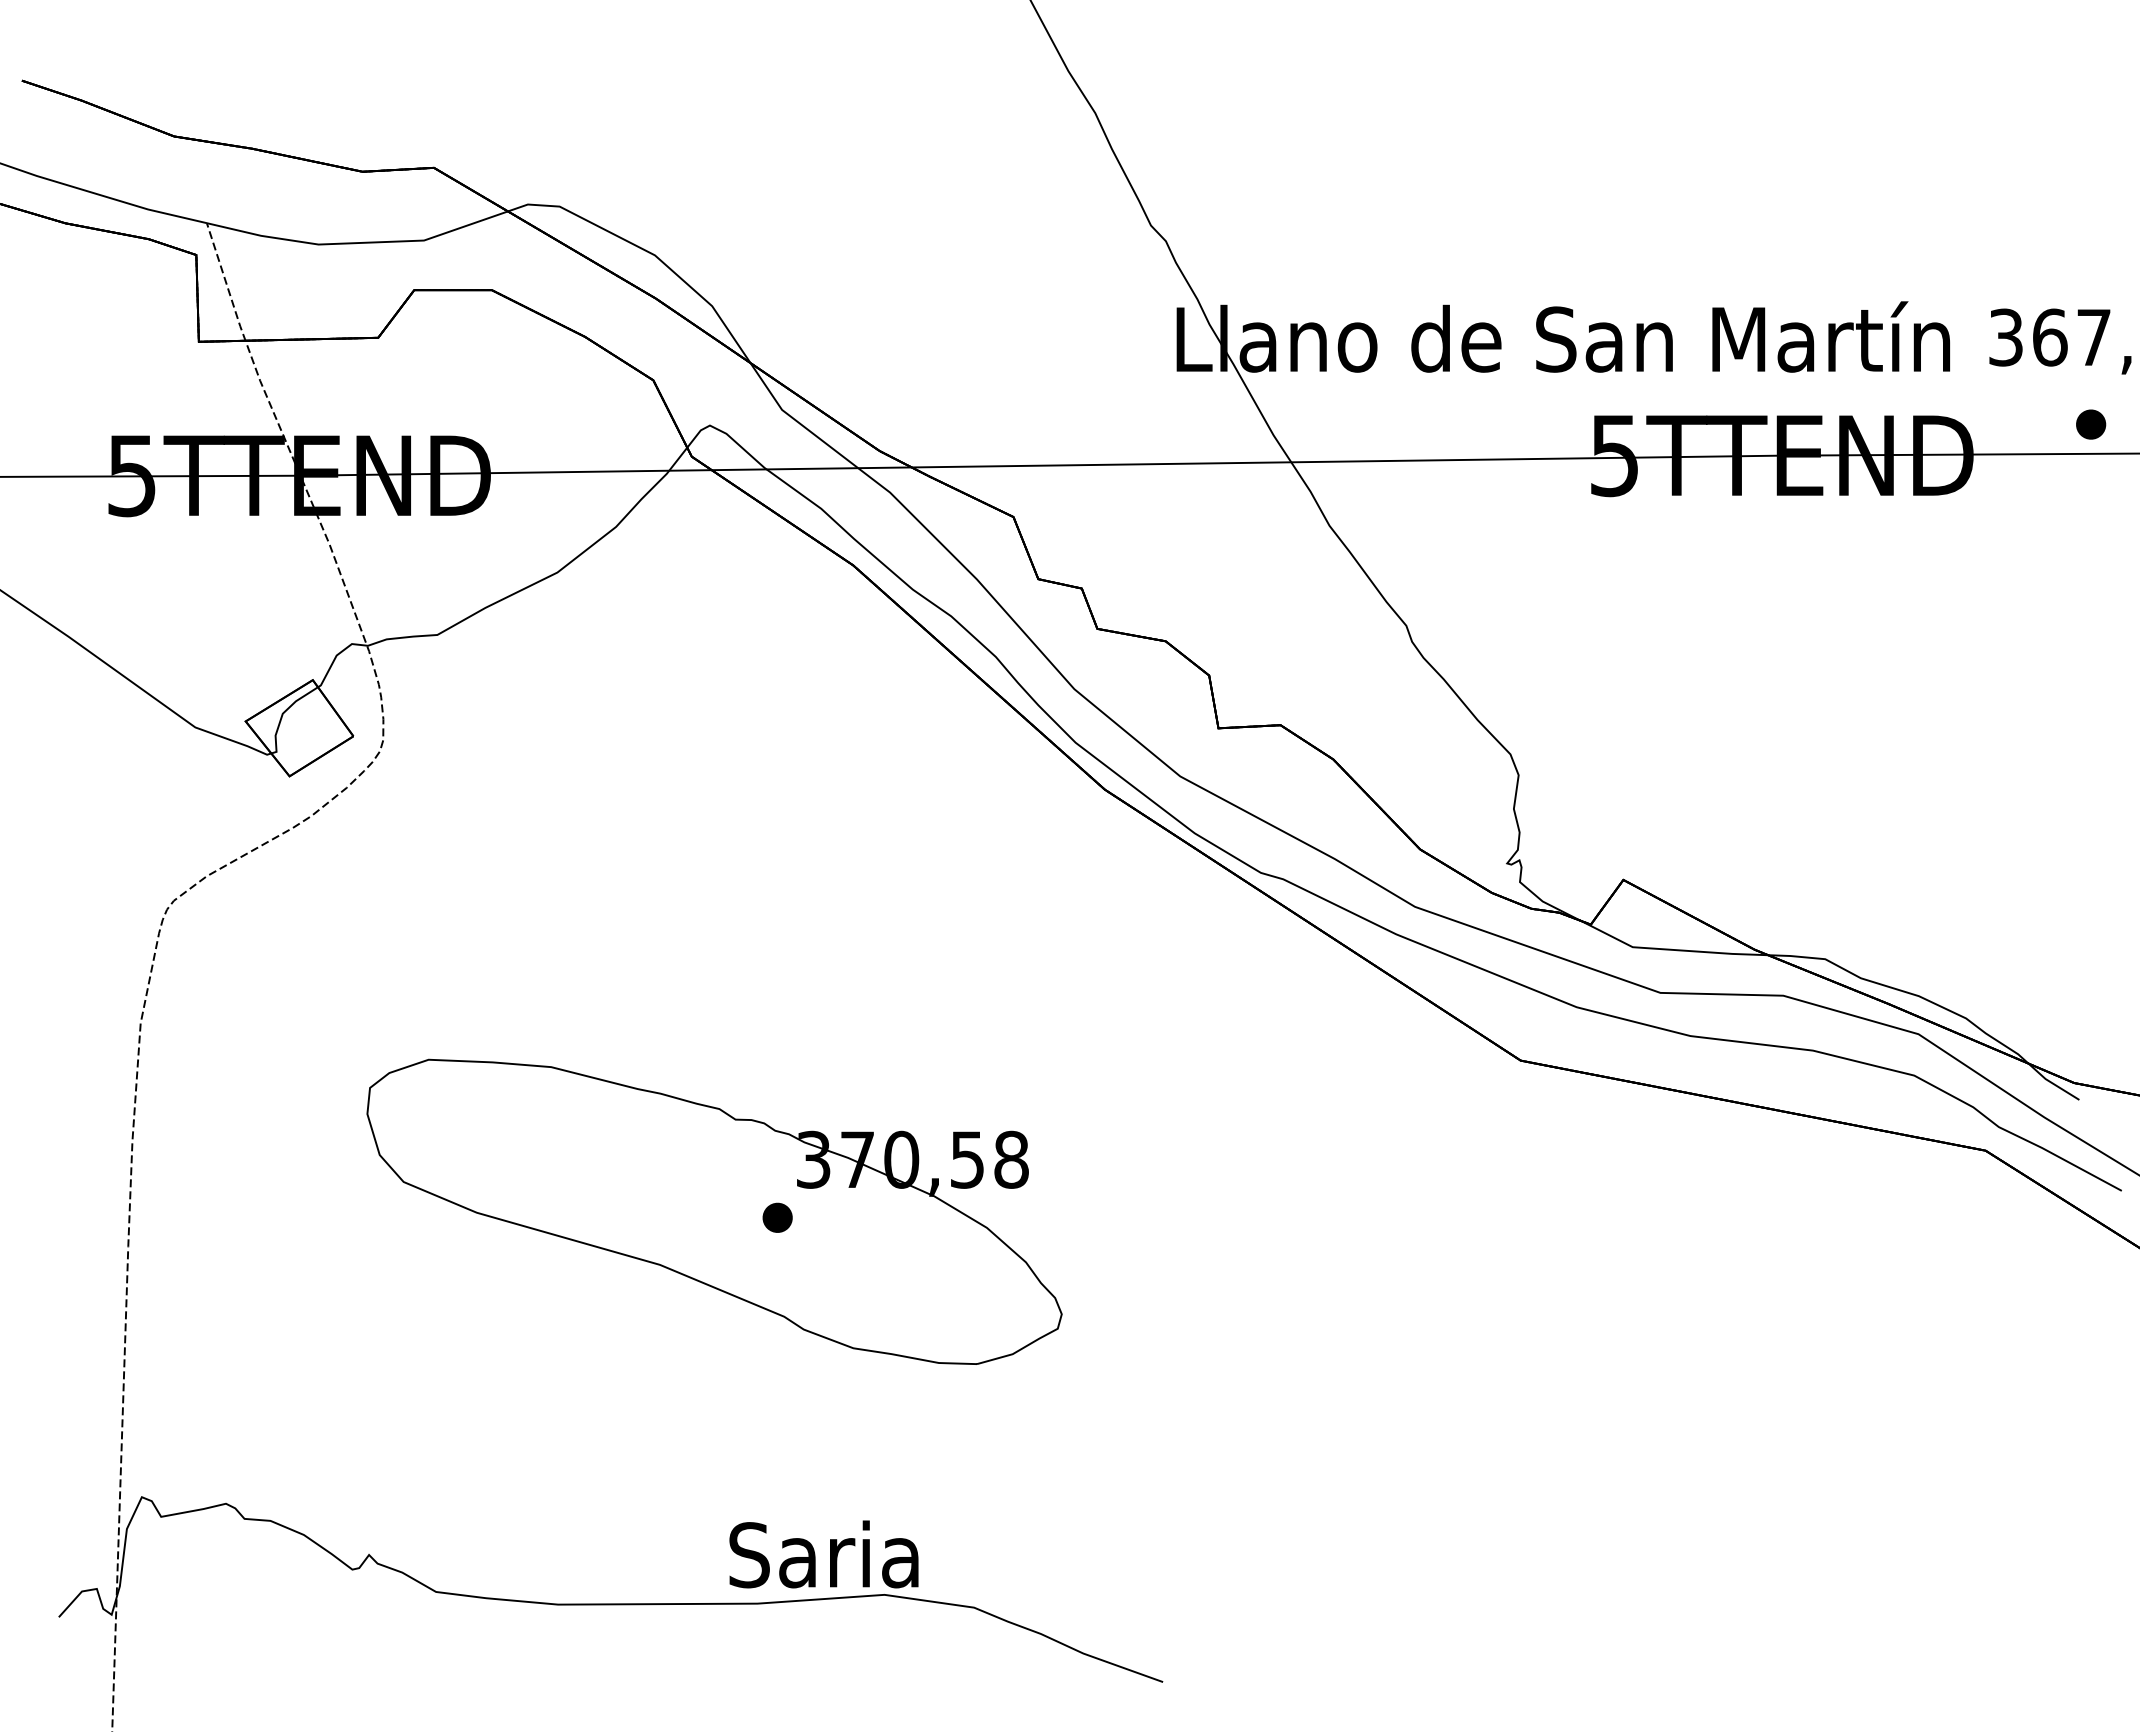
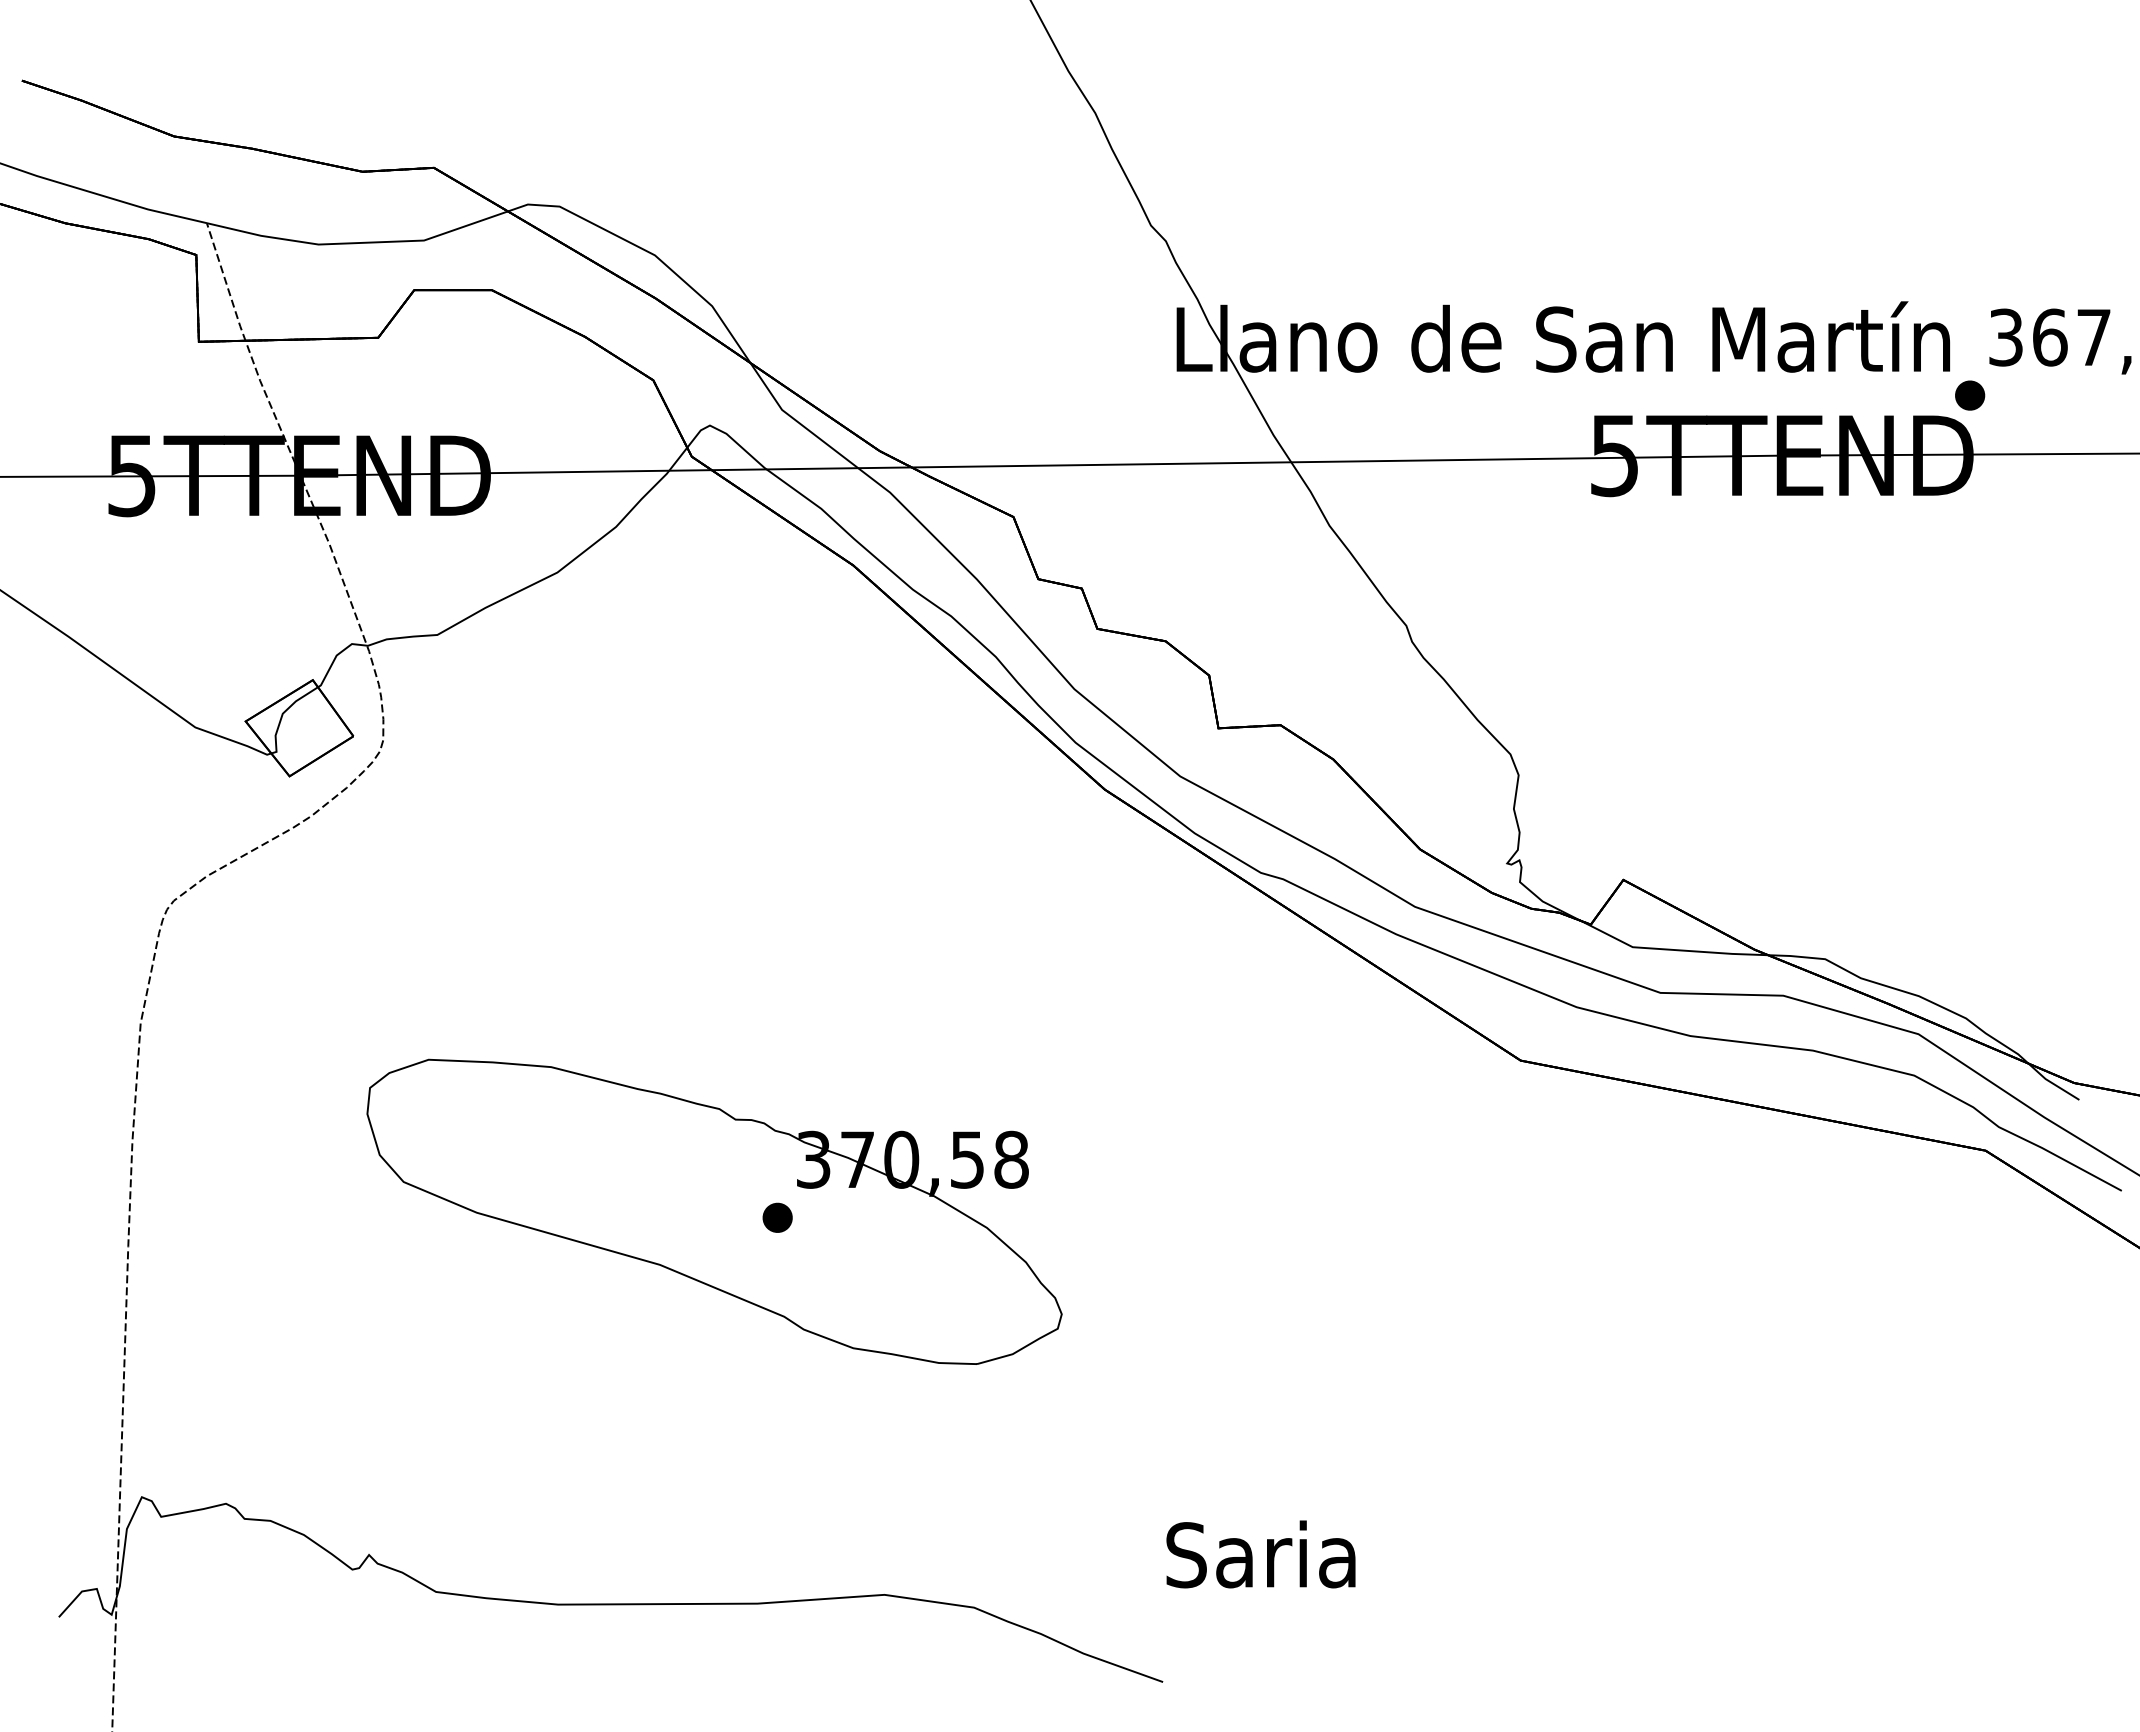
part at (2091, 424) position: (2091, 424) -> (1970, 395)
text at (823, 1554) position: (823, 1554) -> (1260, 1554)
